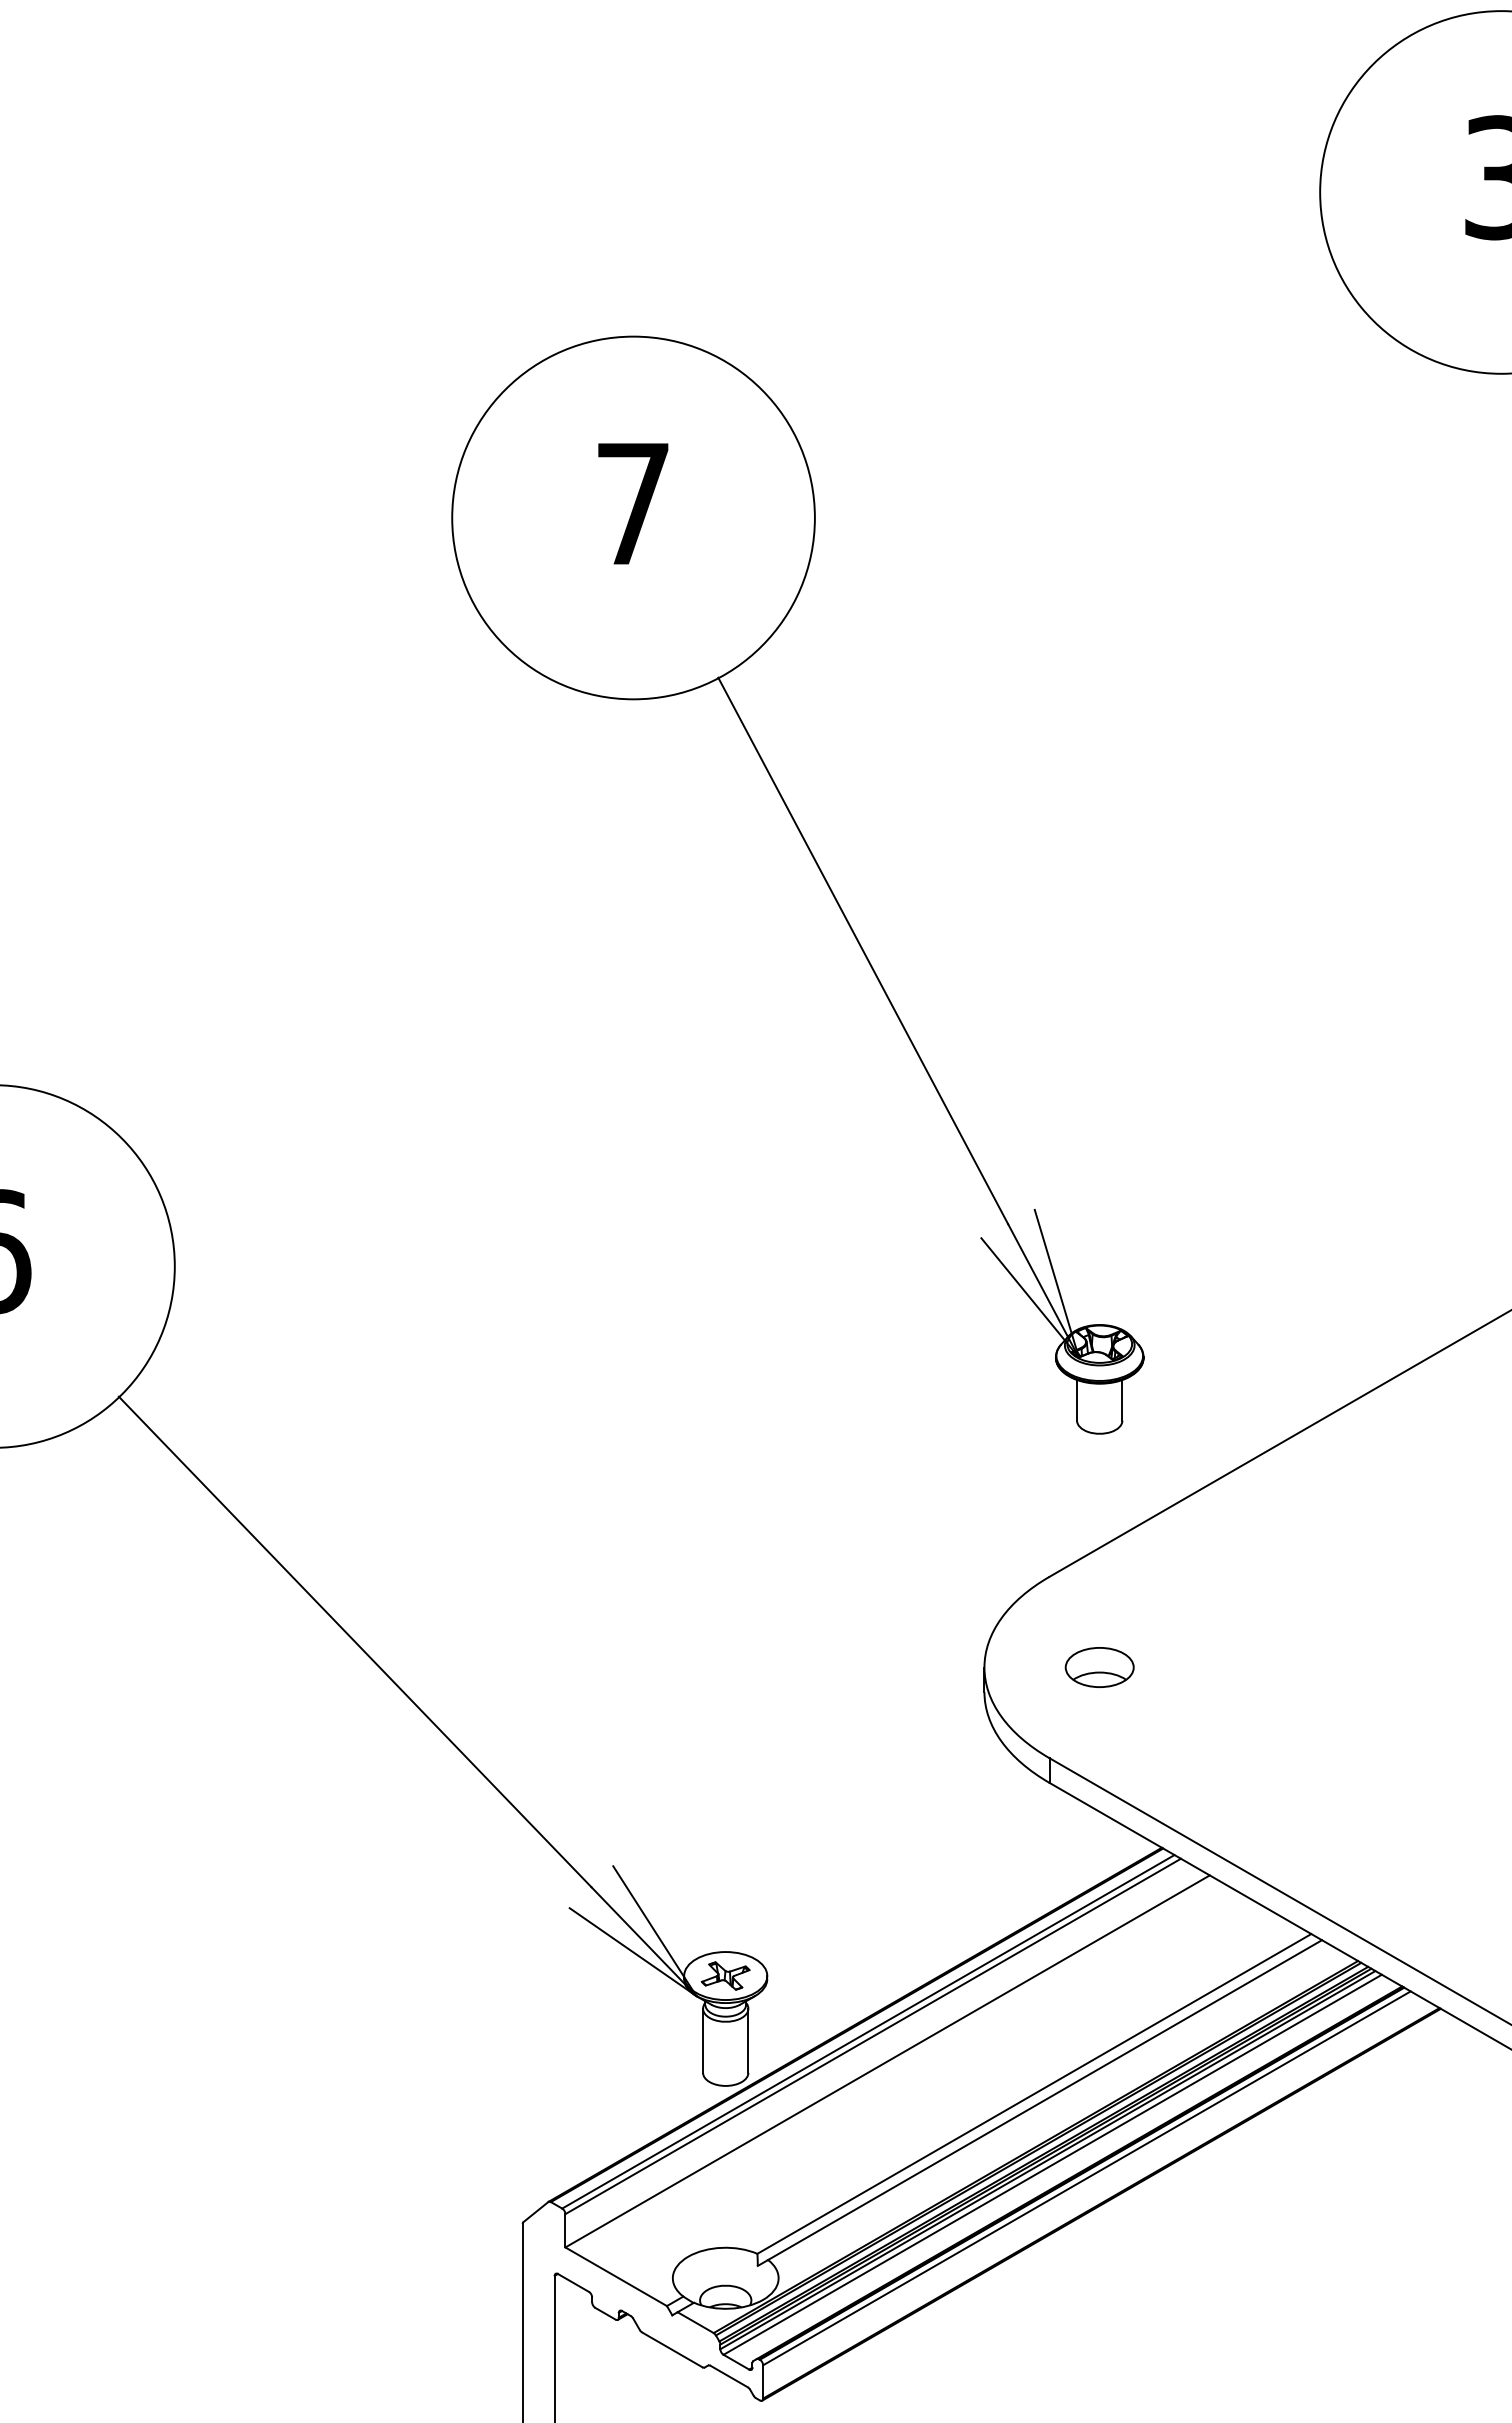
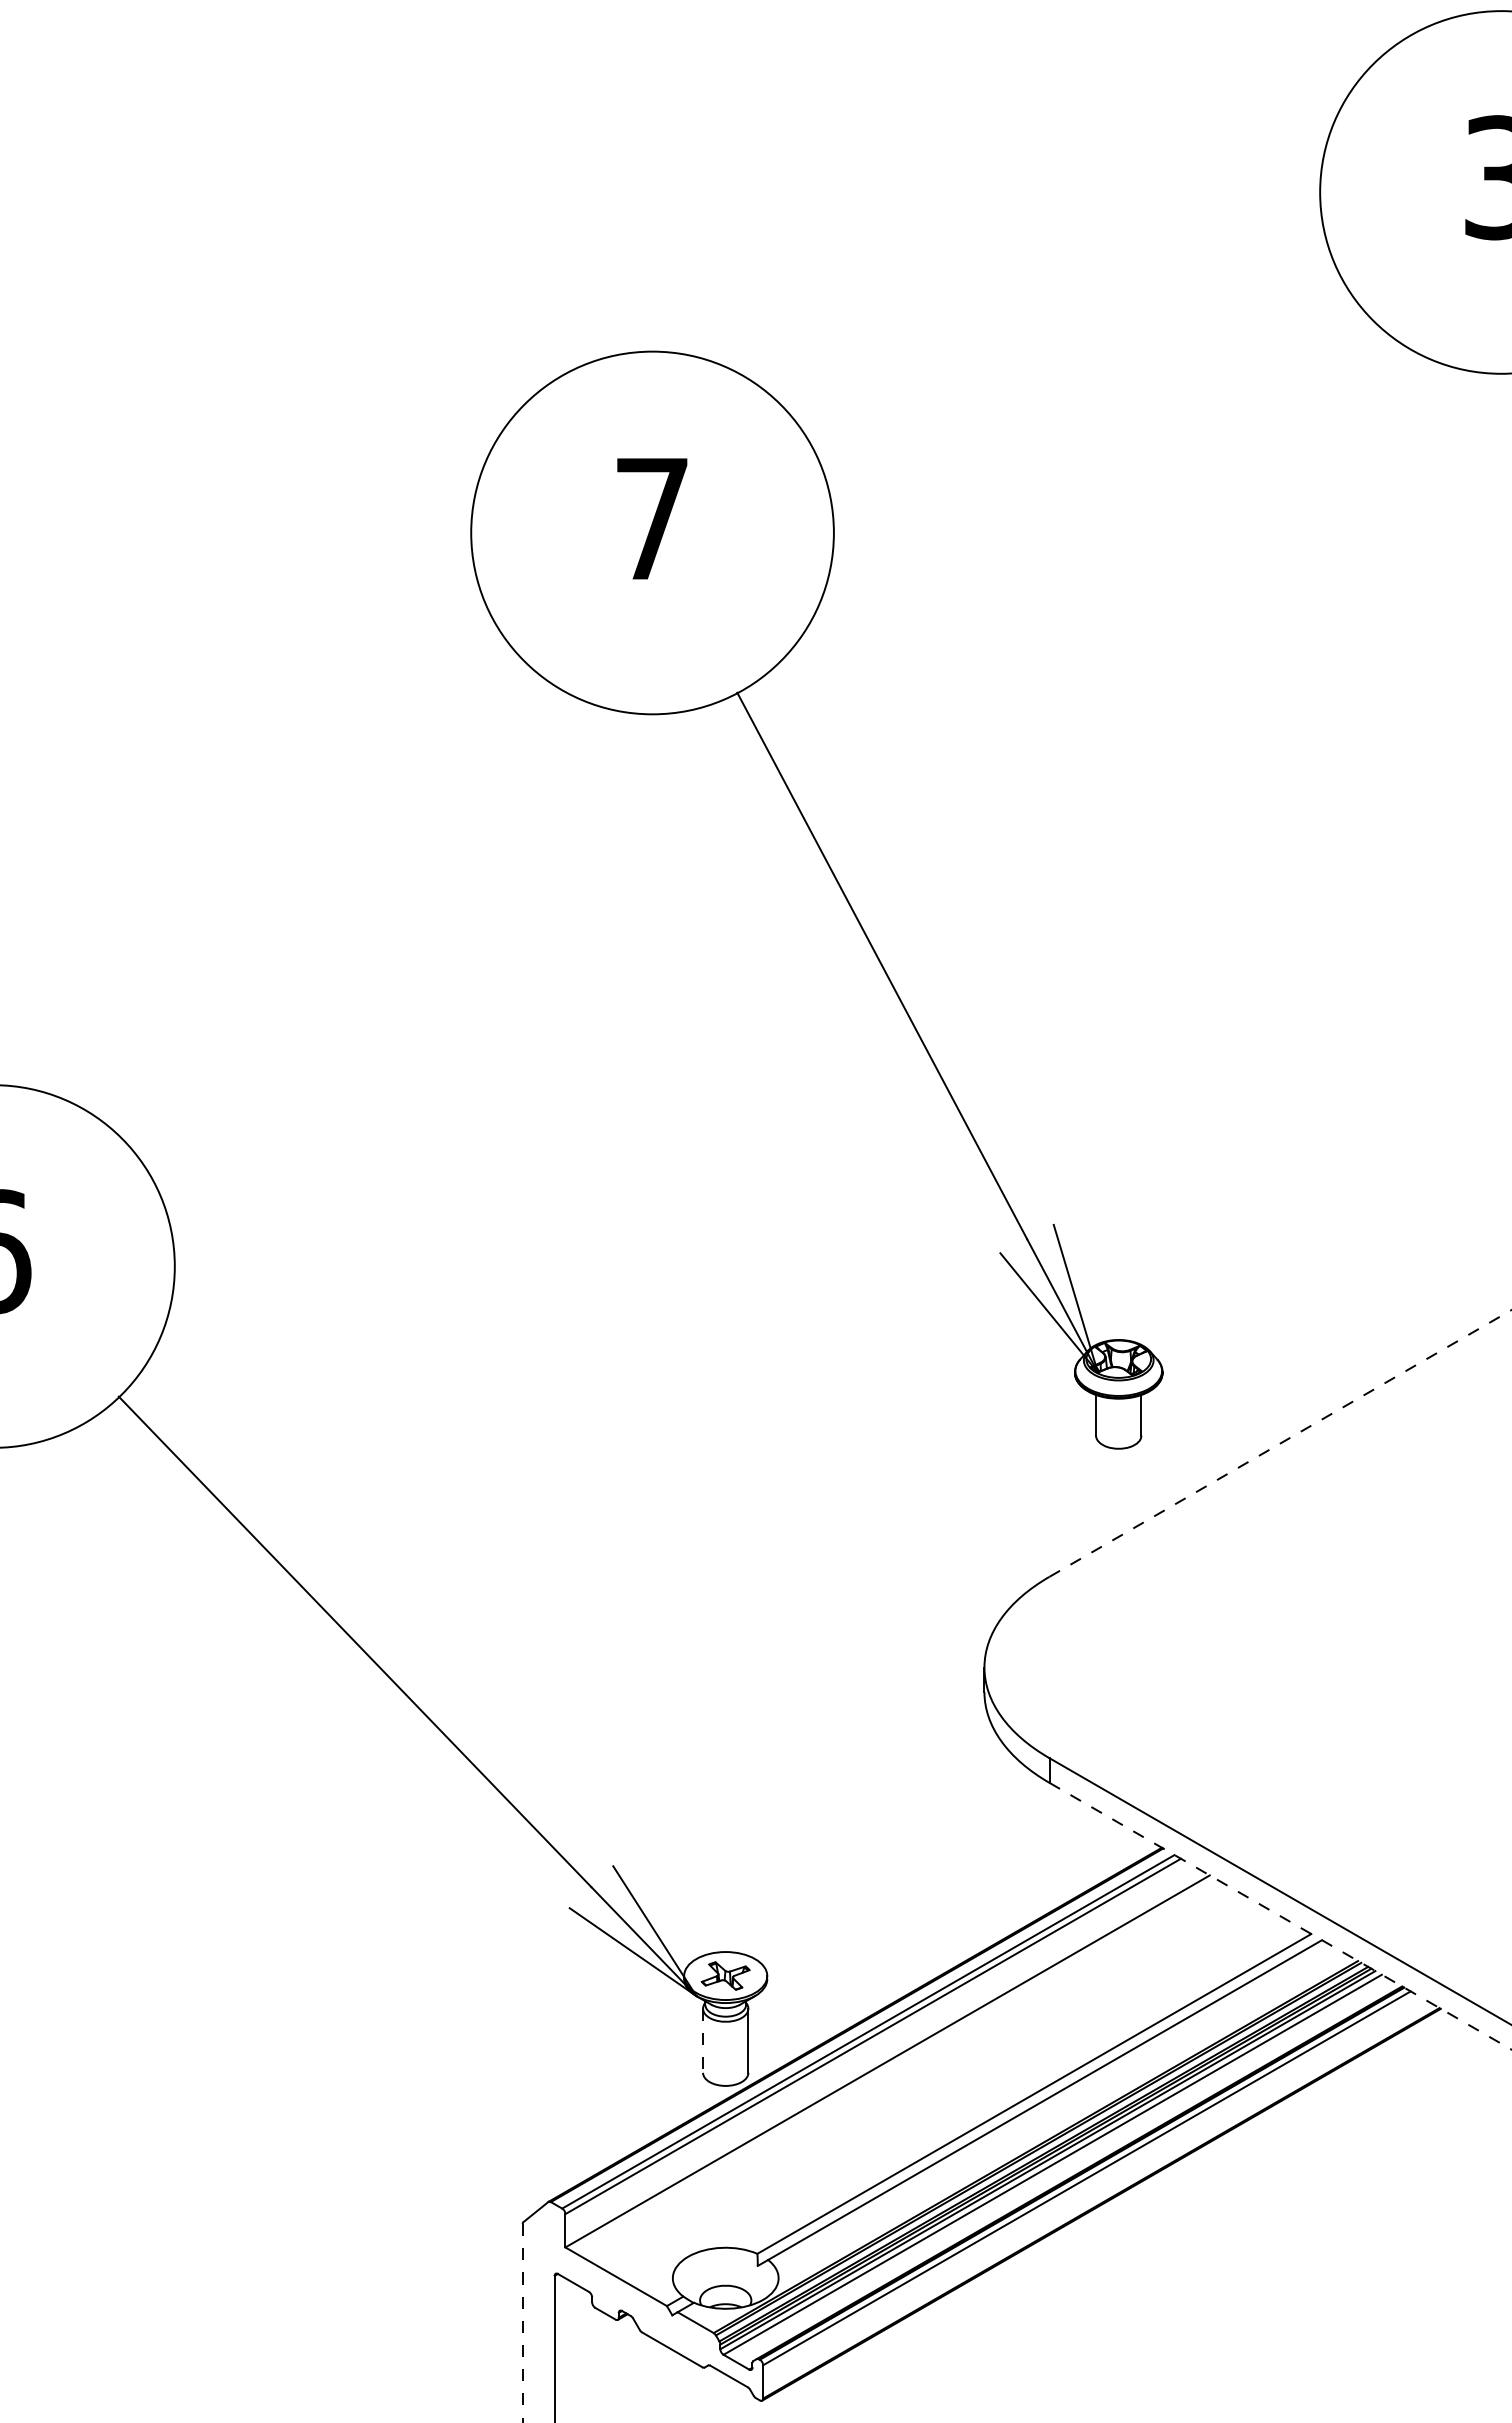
part at (820, 872) position: (820, 872) -> (839, 887)
line at (1280, 1443): solid -> dashed
part at (1099, 1667): present -> none
line at (1280, 1916): solid -> dashed
line at (703, 2041): solid -> dashed
line at (522, 2324): solid -> dashed
